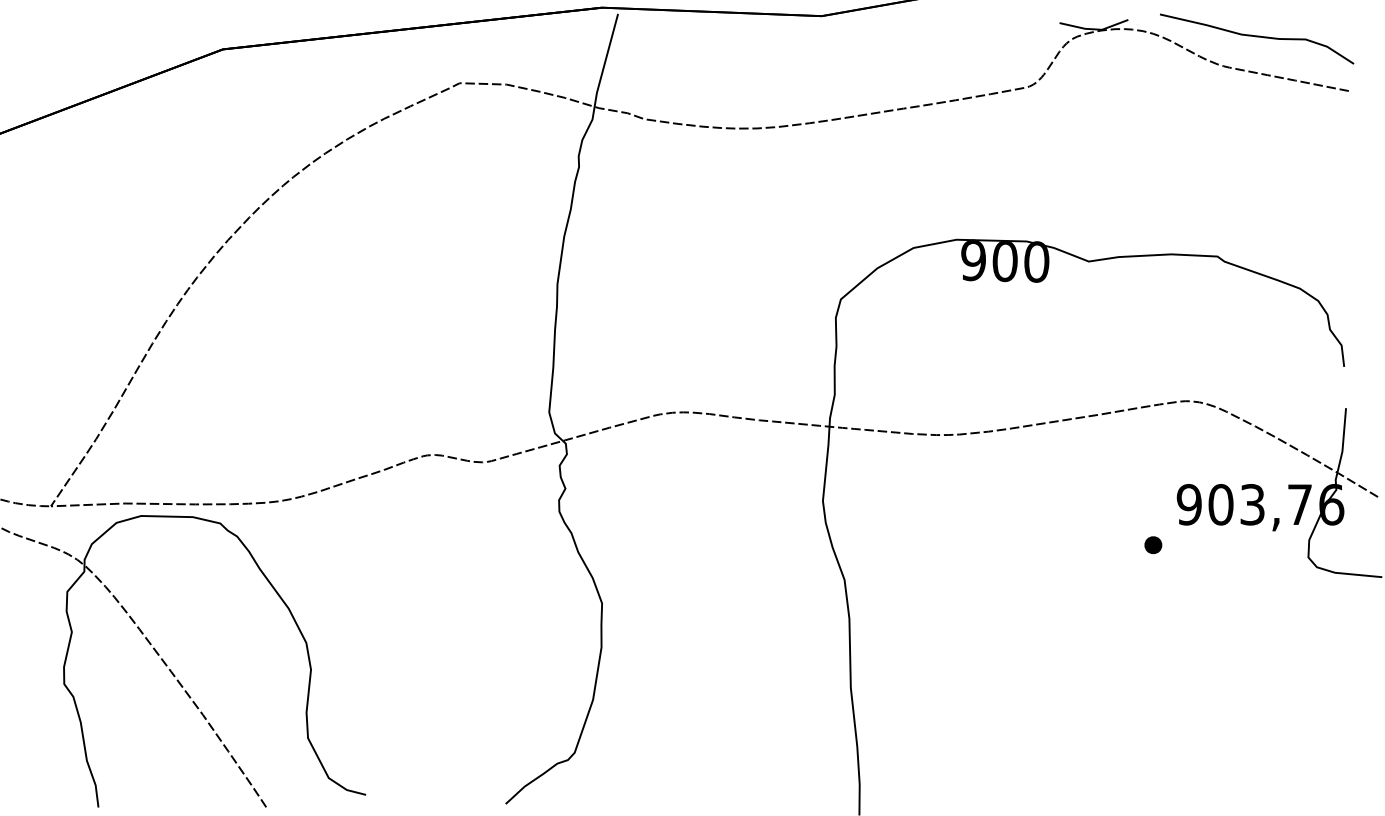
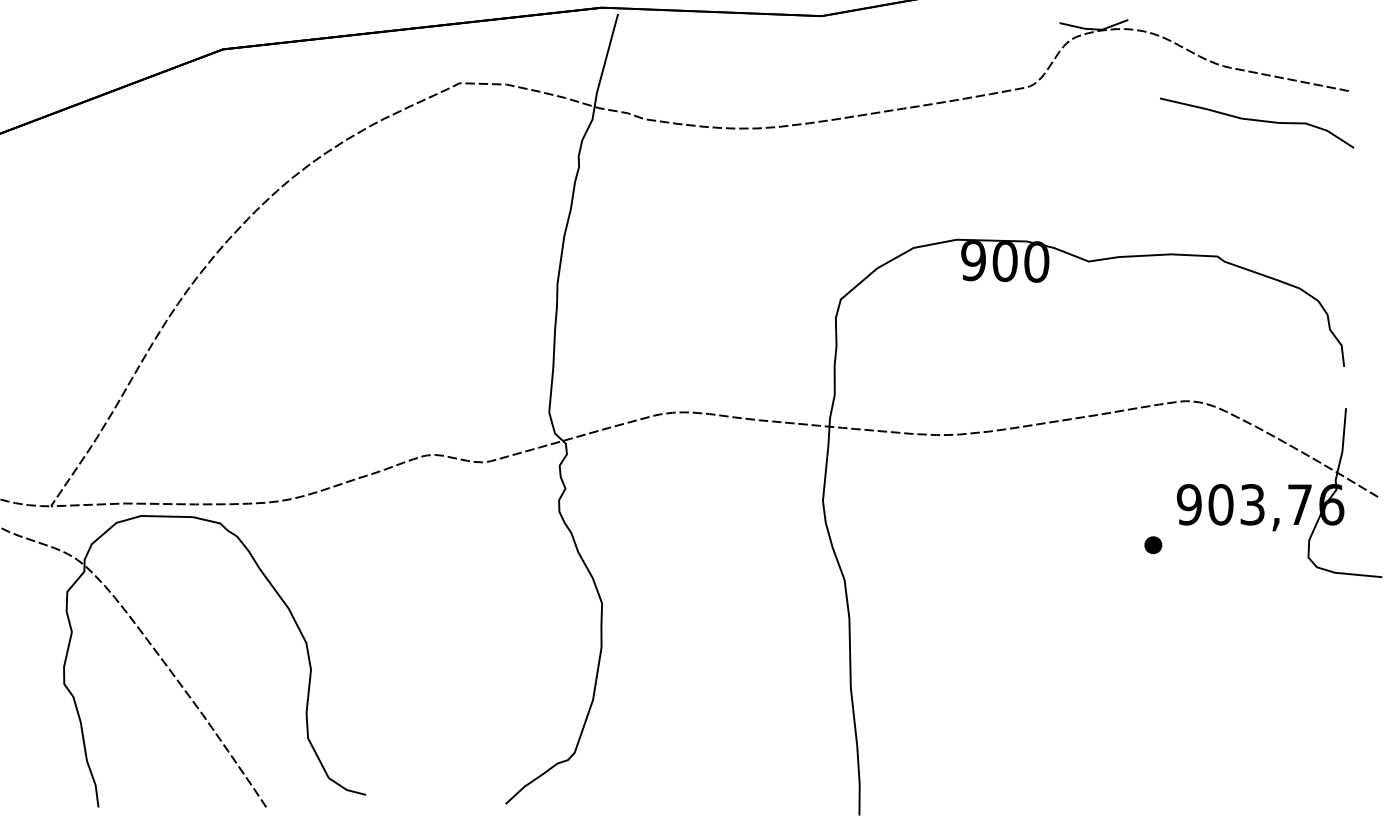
curve at (1257, 37) position: (1257, 37) -> (1257, 121)
